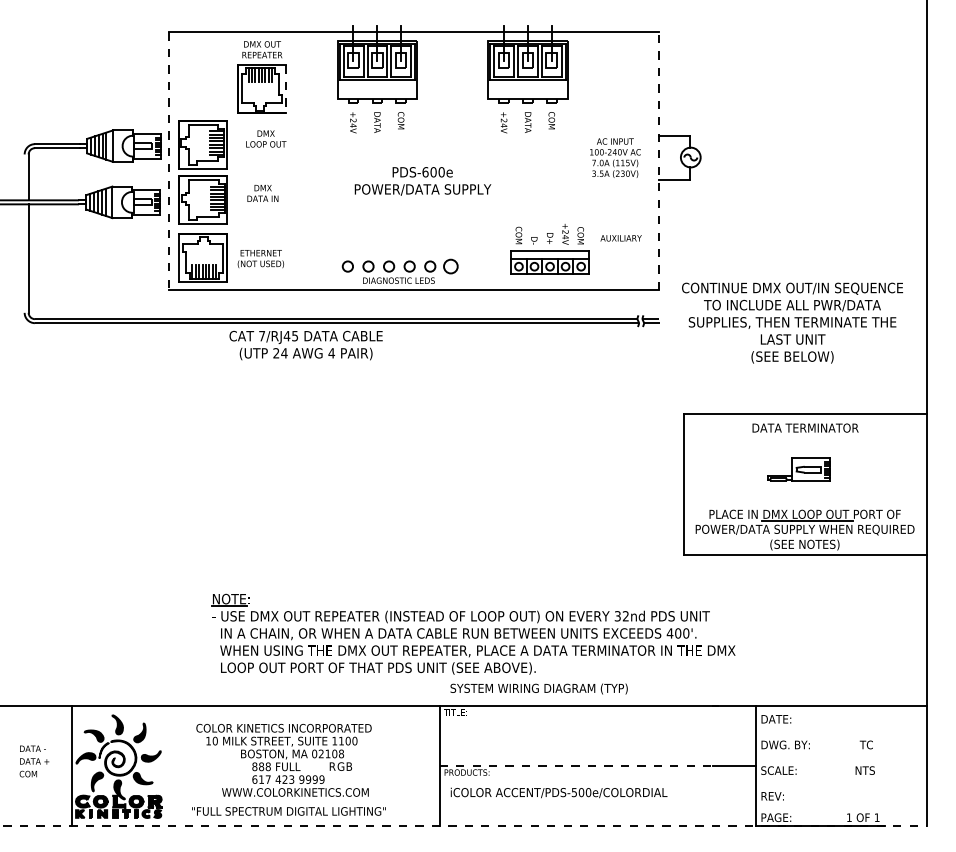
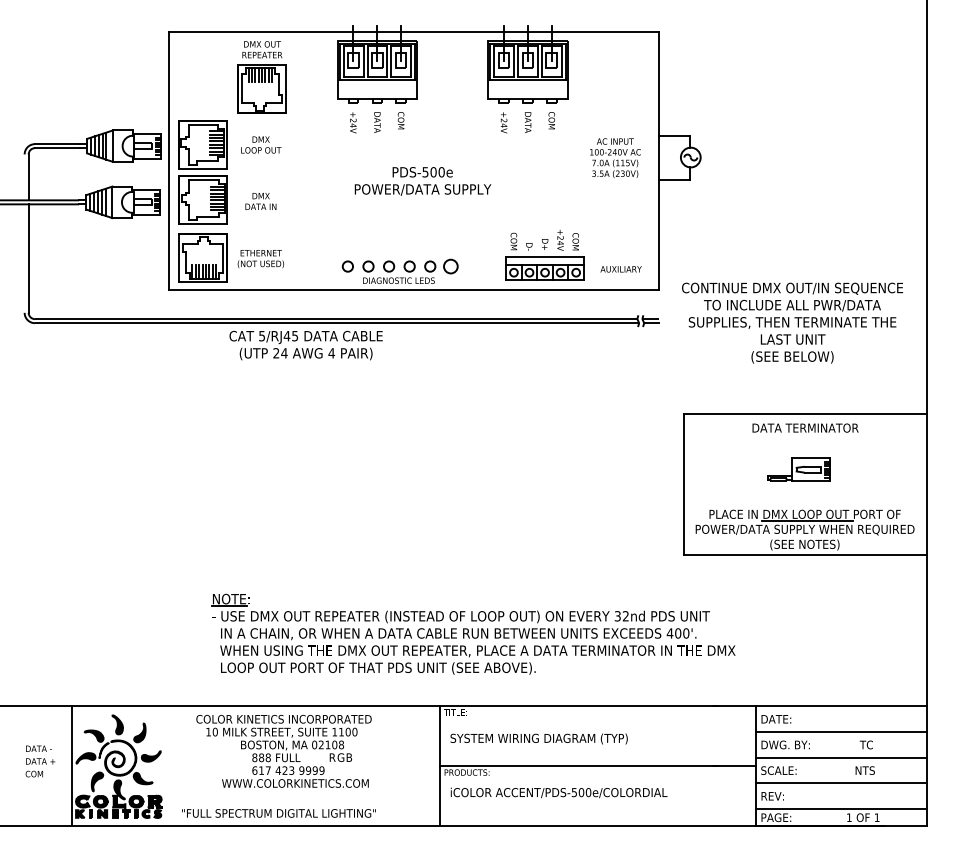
line at (286, 89): dashed -> solid
text at (266, 138) position: (266, 138) -> (261, 144)
line at (169, 161): dashed -> solid
line at (659, 161): dashed -> solid
text at (425, 172): PDS-600e -> PDS-500e
text at (262, 193) position: (262, 193) -> (260, 201)
text at (620, 238) position: (620, 238) -> (620, 269)
part at (549, 249) position: (549, 249) -> (544, 255)
text at (261, 336): 7/RJ45 -> 5/RJ45
text at (538, 688) position: (538, 688) -> (538, 738)
line at (841, 732): none -> present
line at (841, 757): none -> present
text at (283, 760) position: (283, 760) -> (283, 751)
text at (34, 761) position: (34, 761) -> (40, 761)
line at (579, 766): dashed -> solid
line at (841, 783): none -> present
line at (841, 809): none -> present
text at (288, 811) position: (288, 811) -> (278, 813)
line at (464, 826): dashed -> solid
